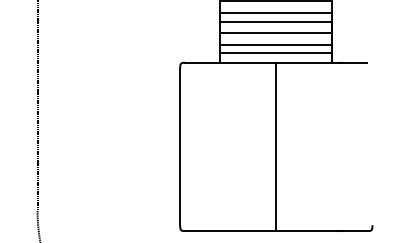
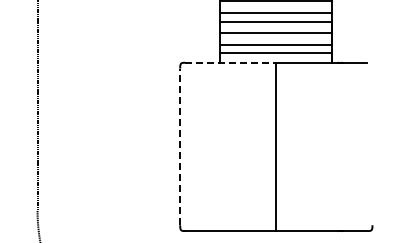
line at (230, 62): solid -> dashed
line at (180, 146): solid -> dashed
